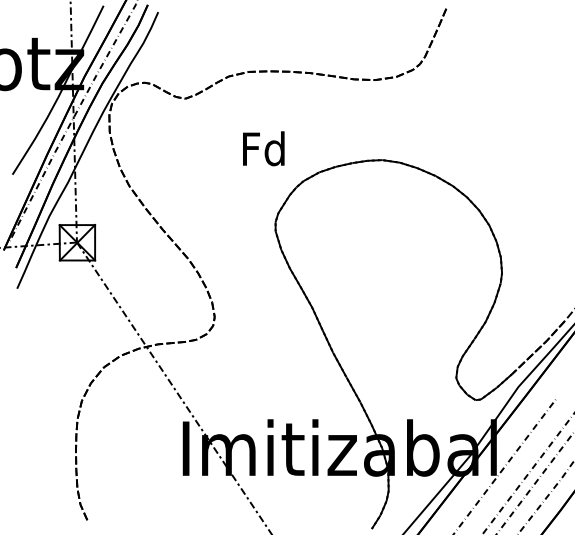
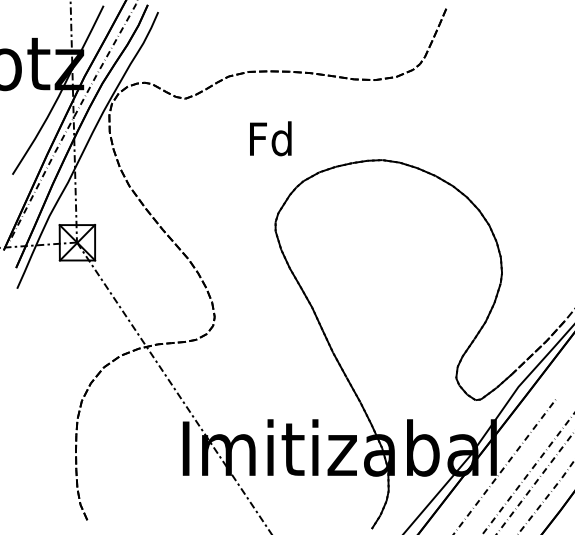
text at (263, 148) position: (263, 148) -> (270, 138)
